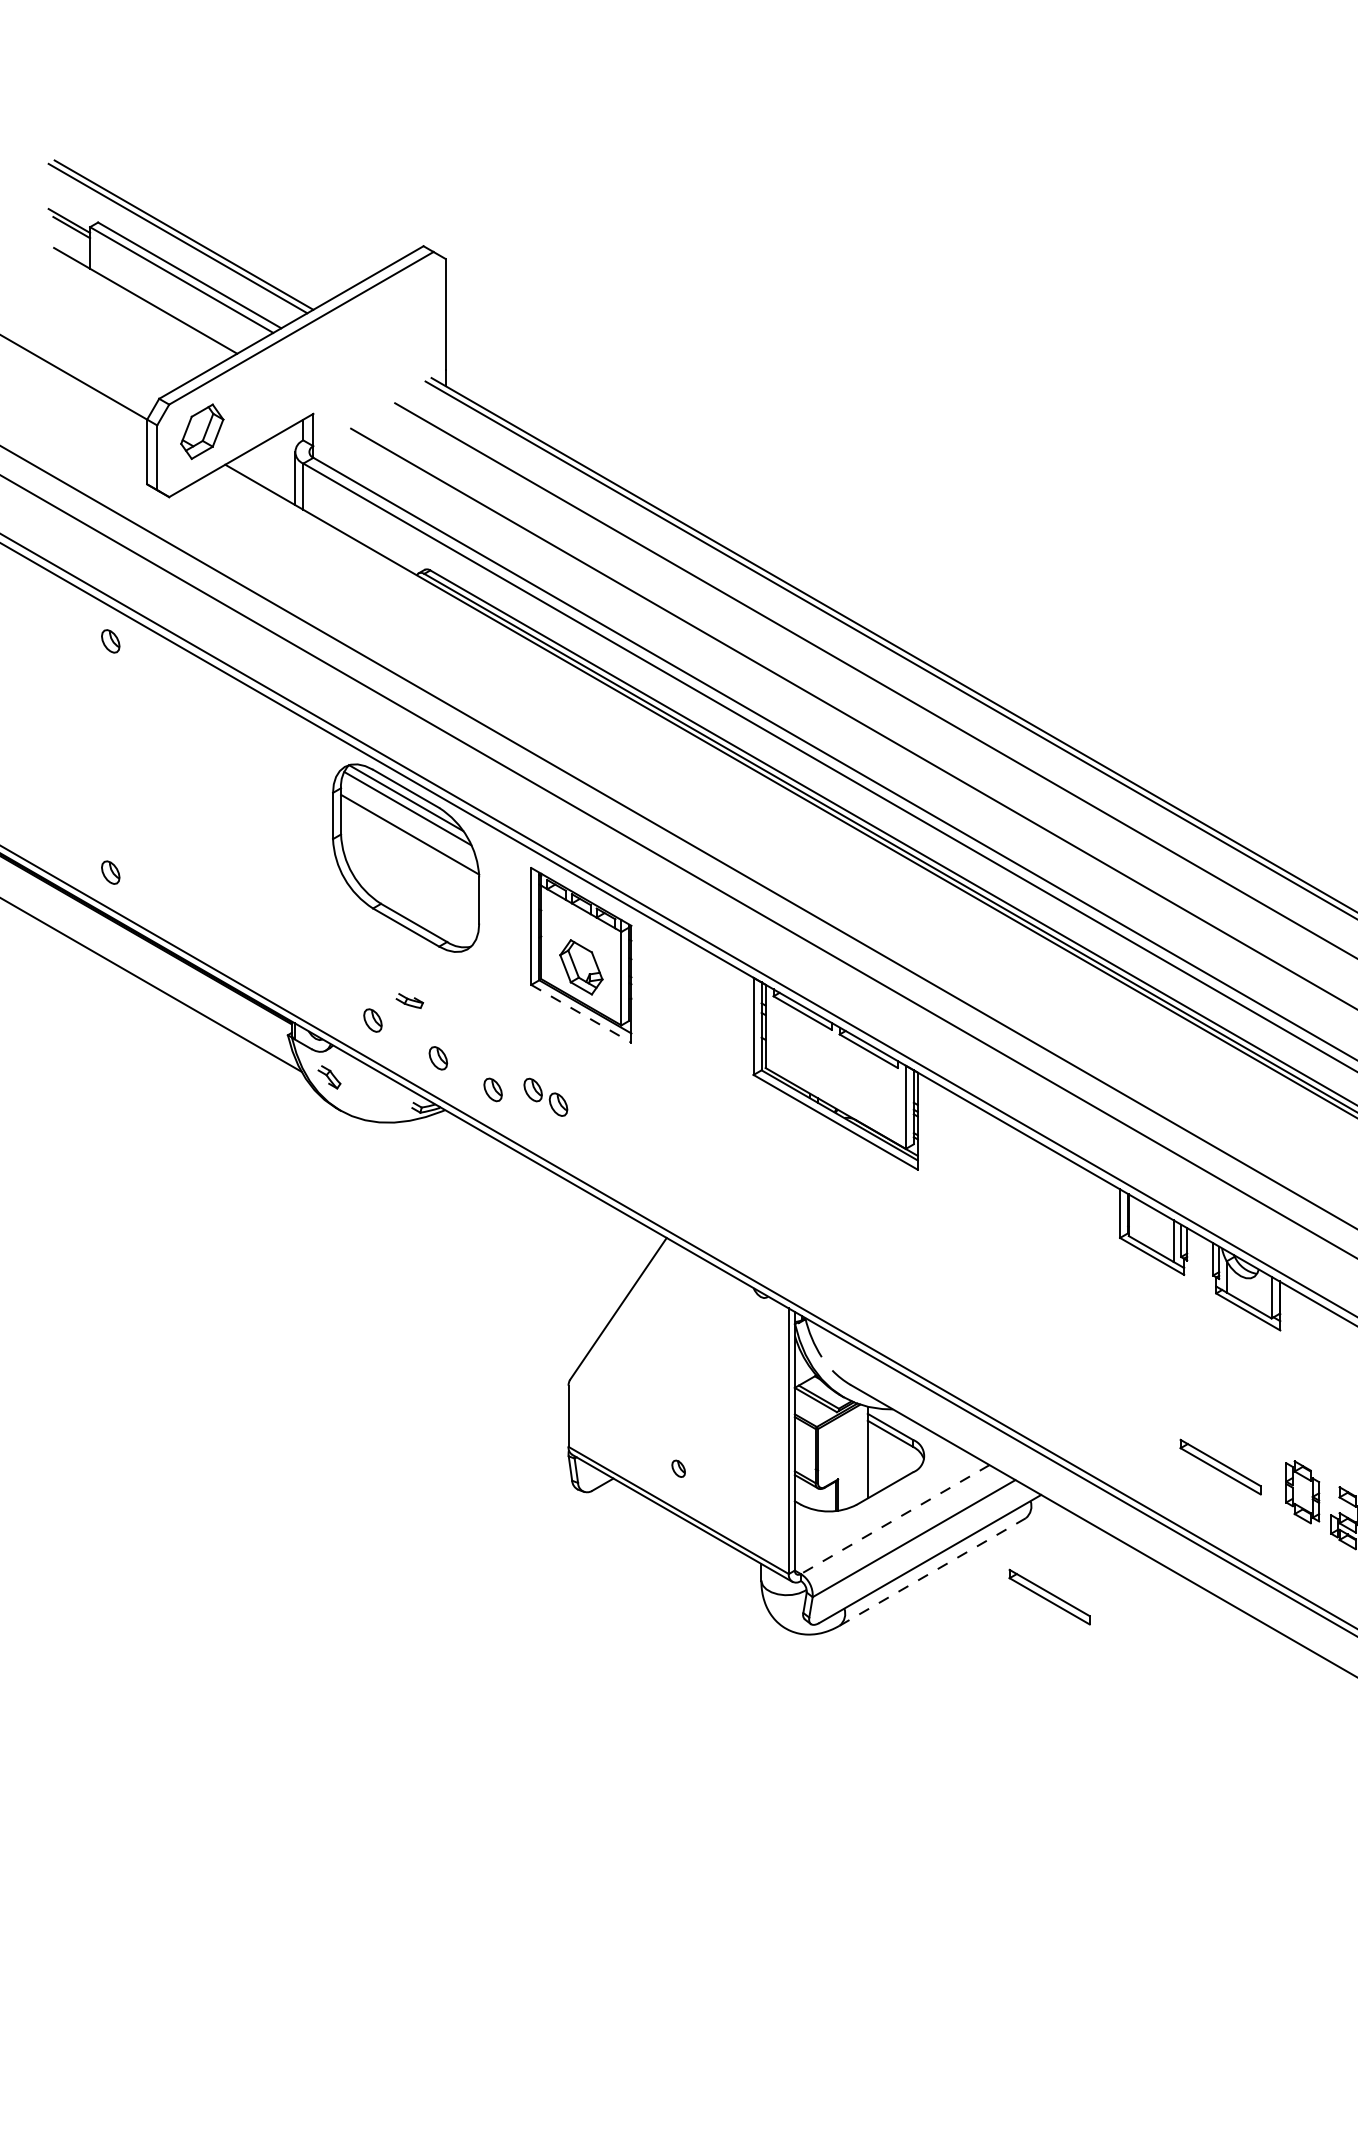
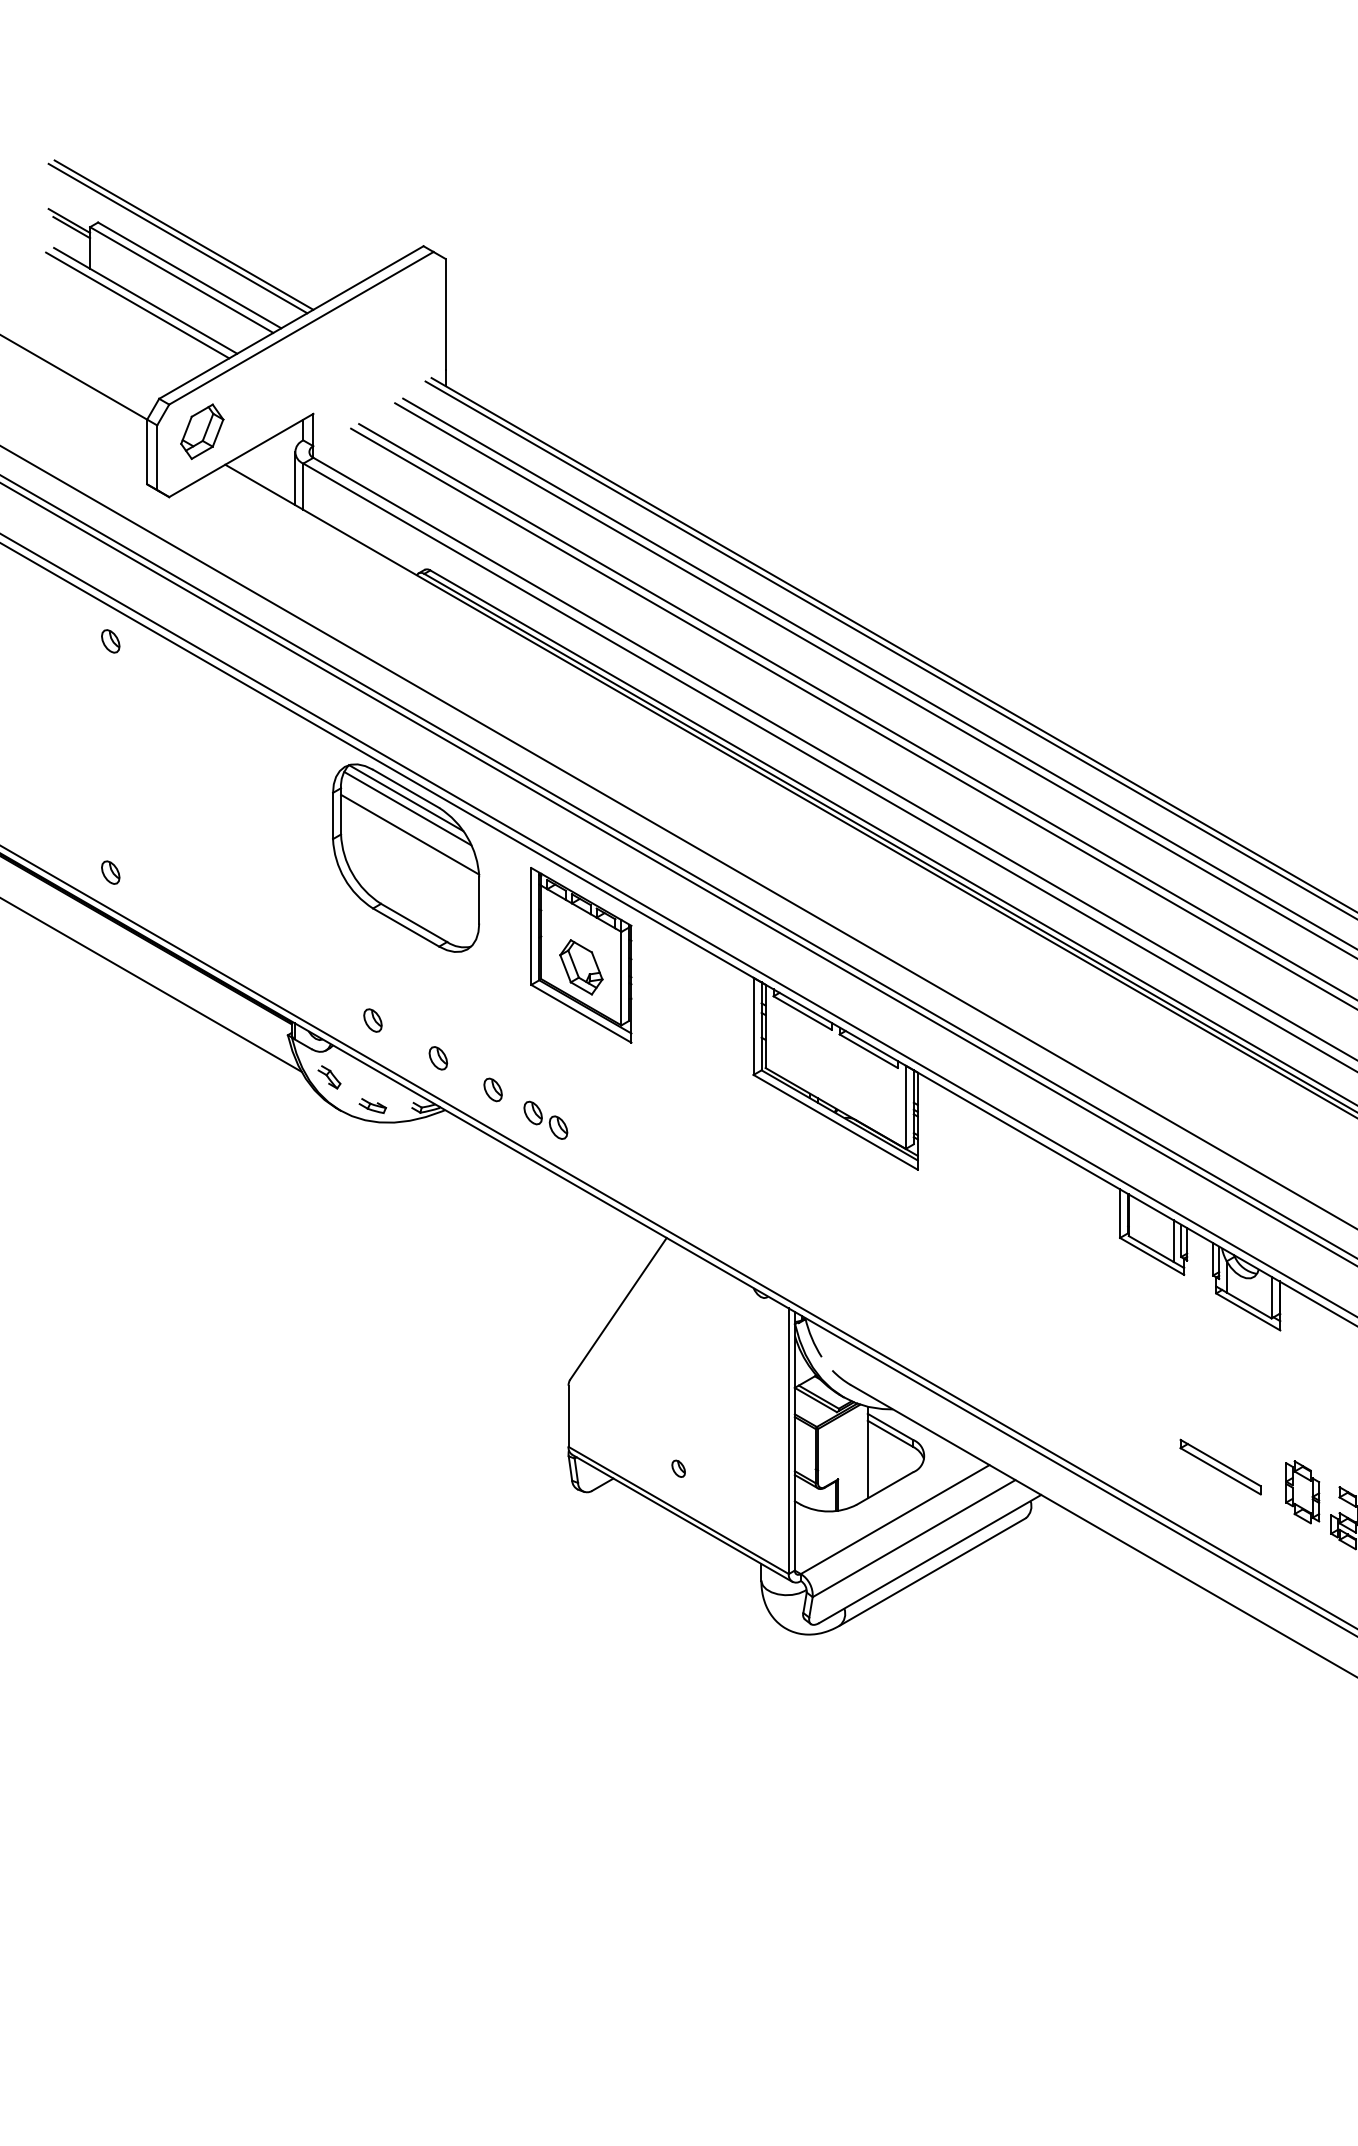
line at (137, 305): none -> present
line at (878, 673): none -> present
line at (856, 711): none -> present
line at (678, 873): none -> present
part at (409, 1000) position: (409, 1000) -> (372, 1105)
line at (581, 1013): dashed -> solid
part at (545, 1096) position: (545, 1096) -> (545, 1119)
line at (895, 1519): dashed -> solid
line at (932, 1572): dashed -> solid
part at (1049, 1596): present -> none
